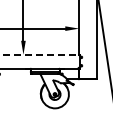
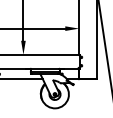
line at (40, 54): dashed -> solid
line at (22, 79): none -> present
